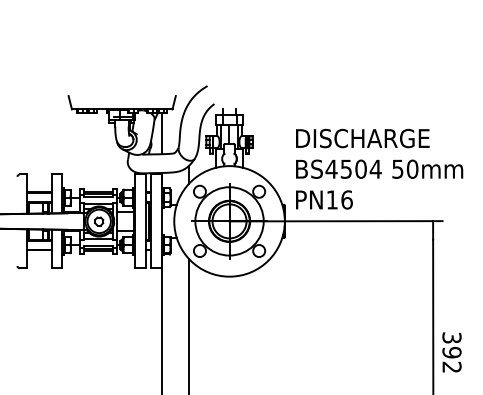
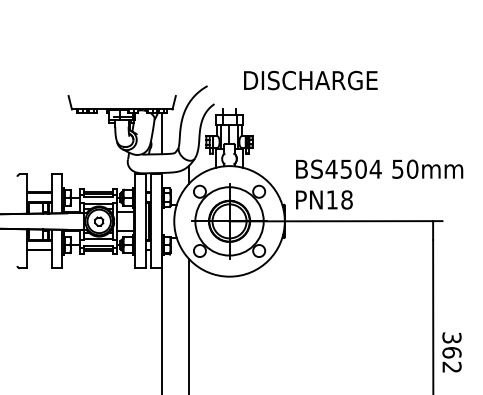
text at (362, 138) position: (362, 138) -> (310, 80)
text at (346, 199): PN16 -> PN18
text at (451, 352): 392 -> 362
